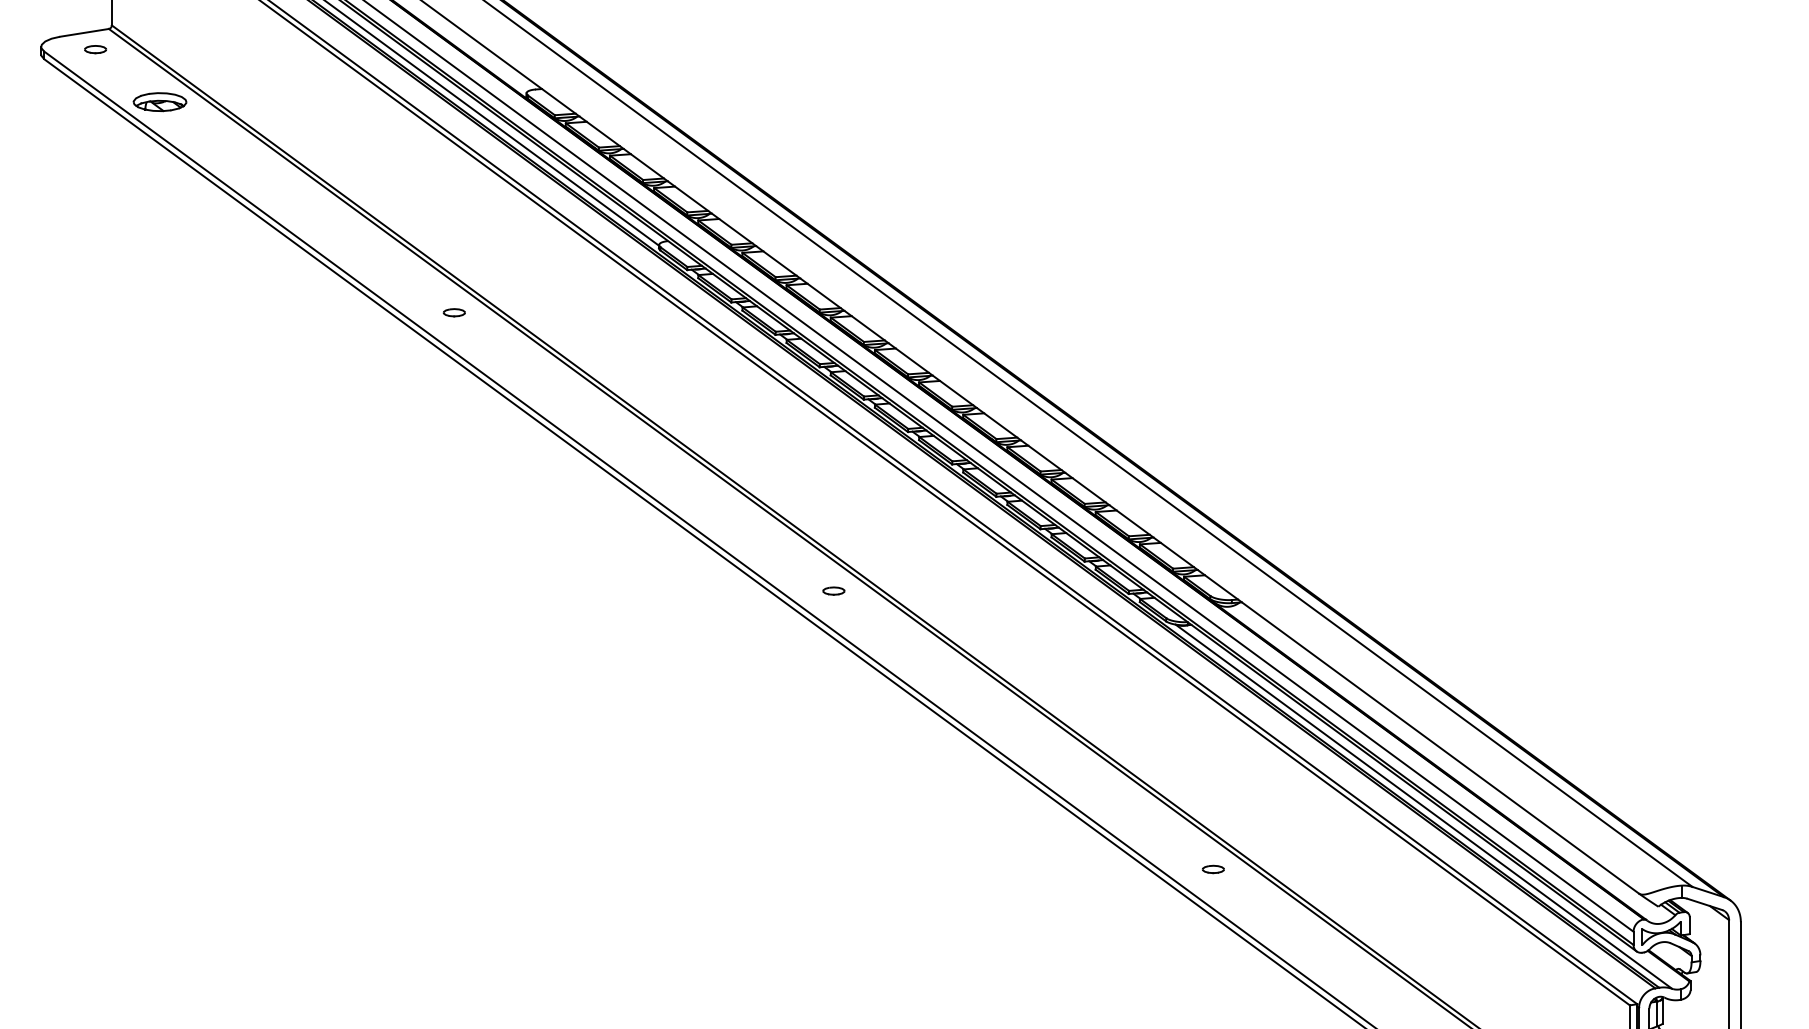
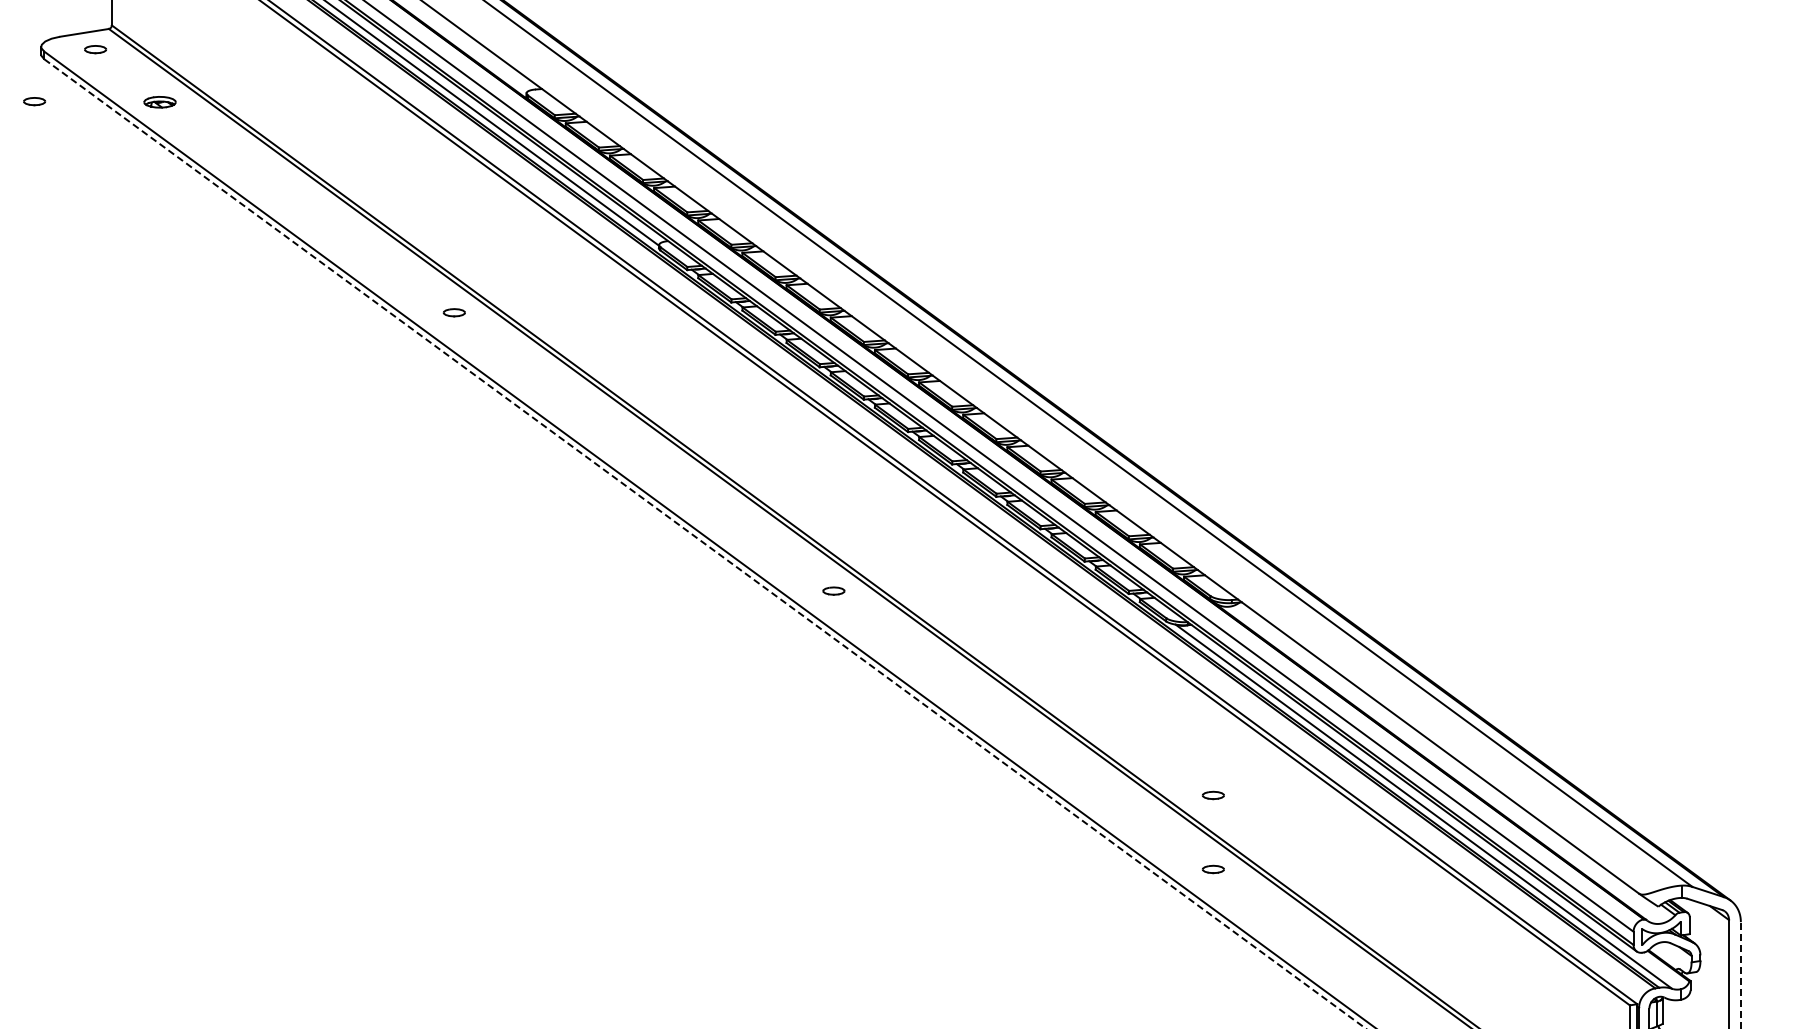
part at (34, 101): none -> present
part at (159, 102) size: 56x21 px -> 34x13 px
line at (705, 544): solid -> dashed
part at (1212, 795): none -> present
line at (1740, 974): solid -> dashed
